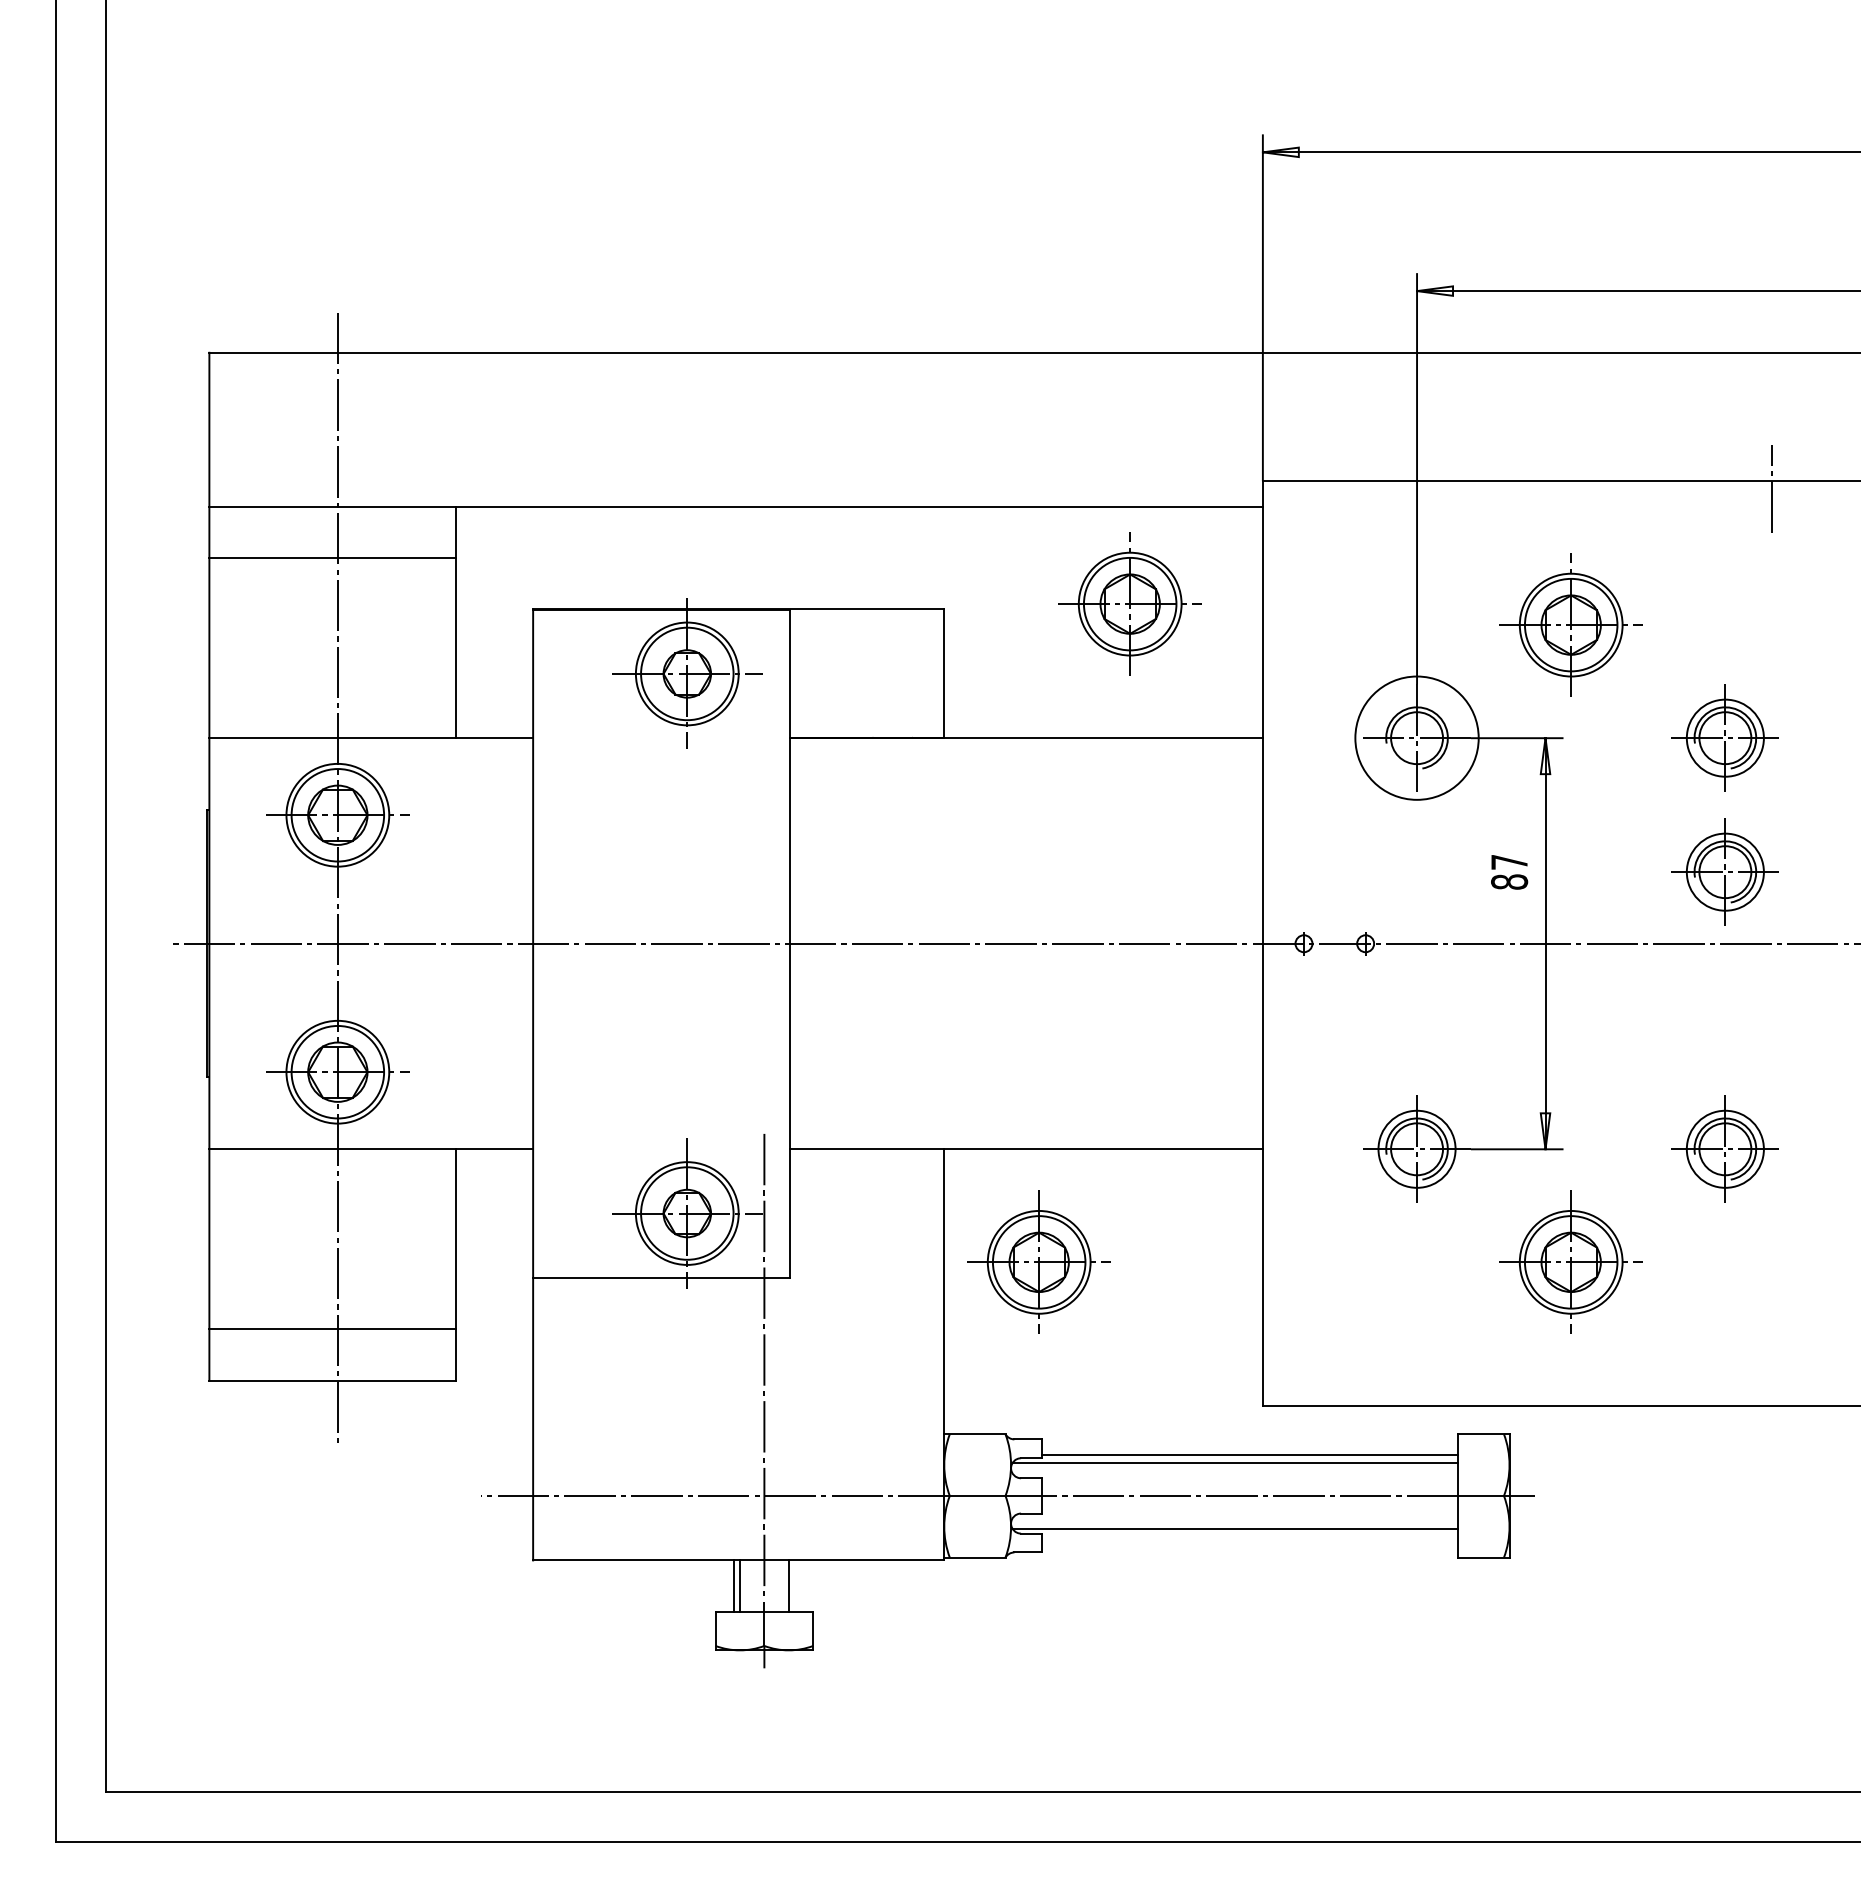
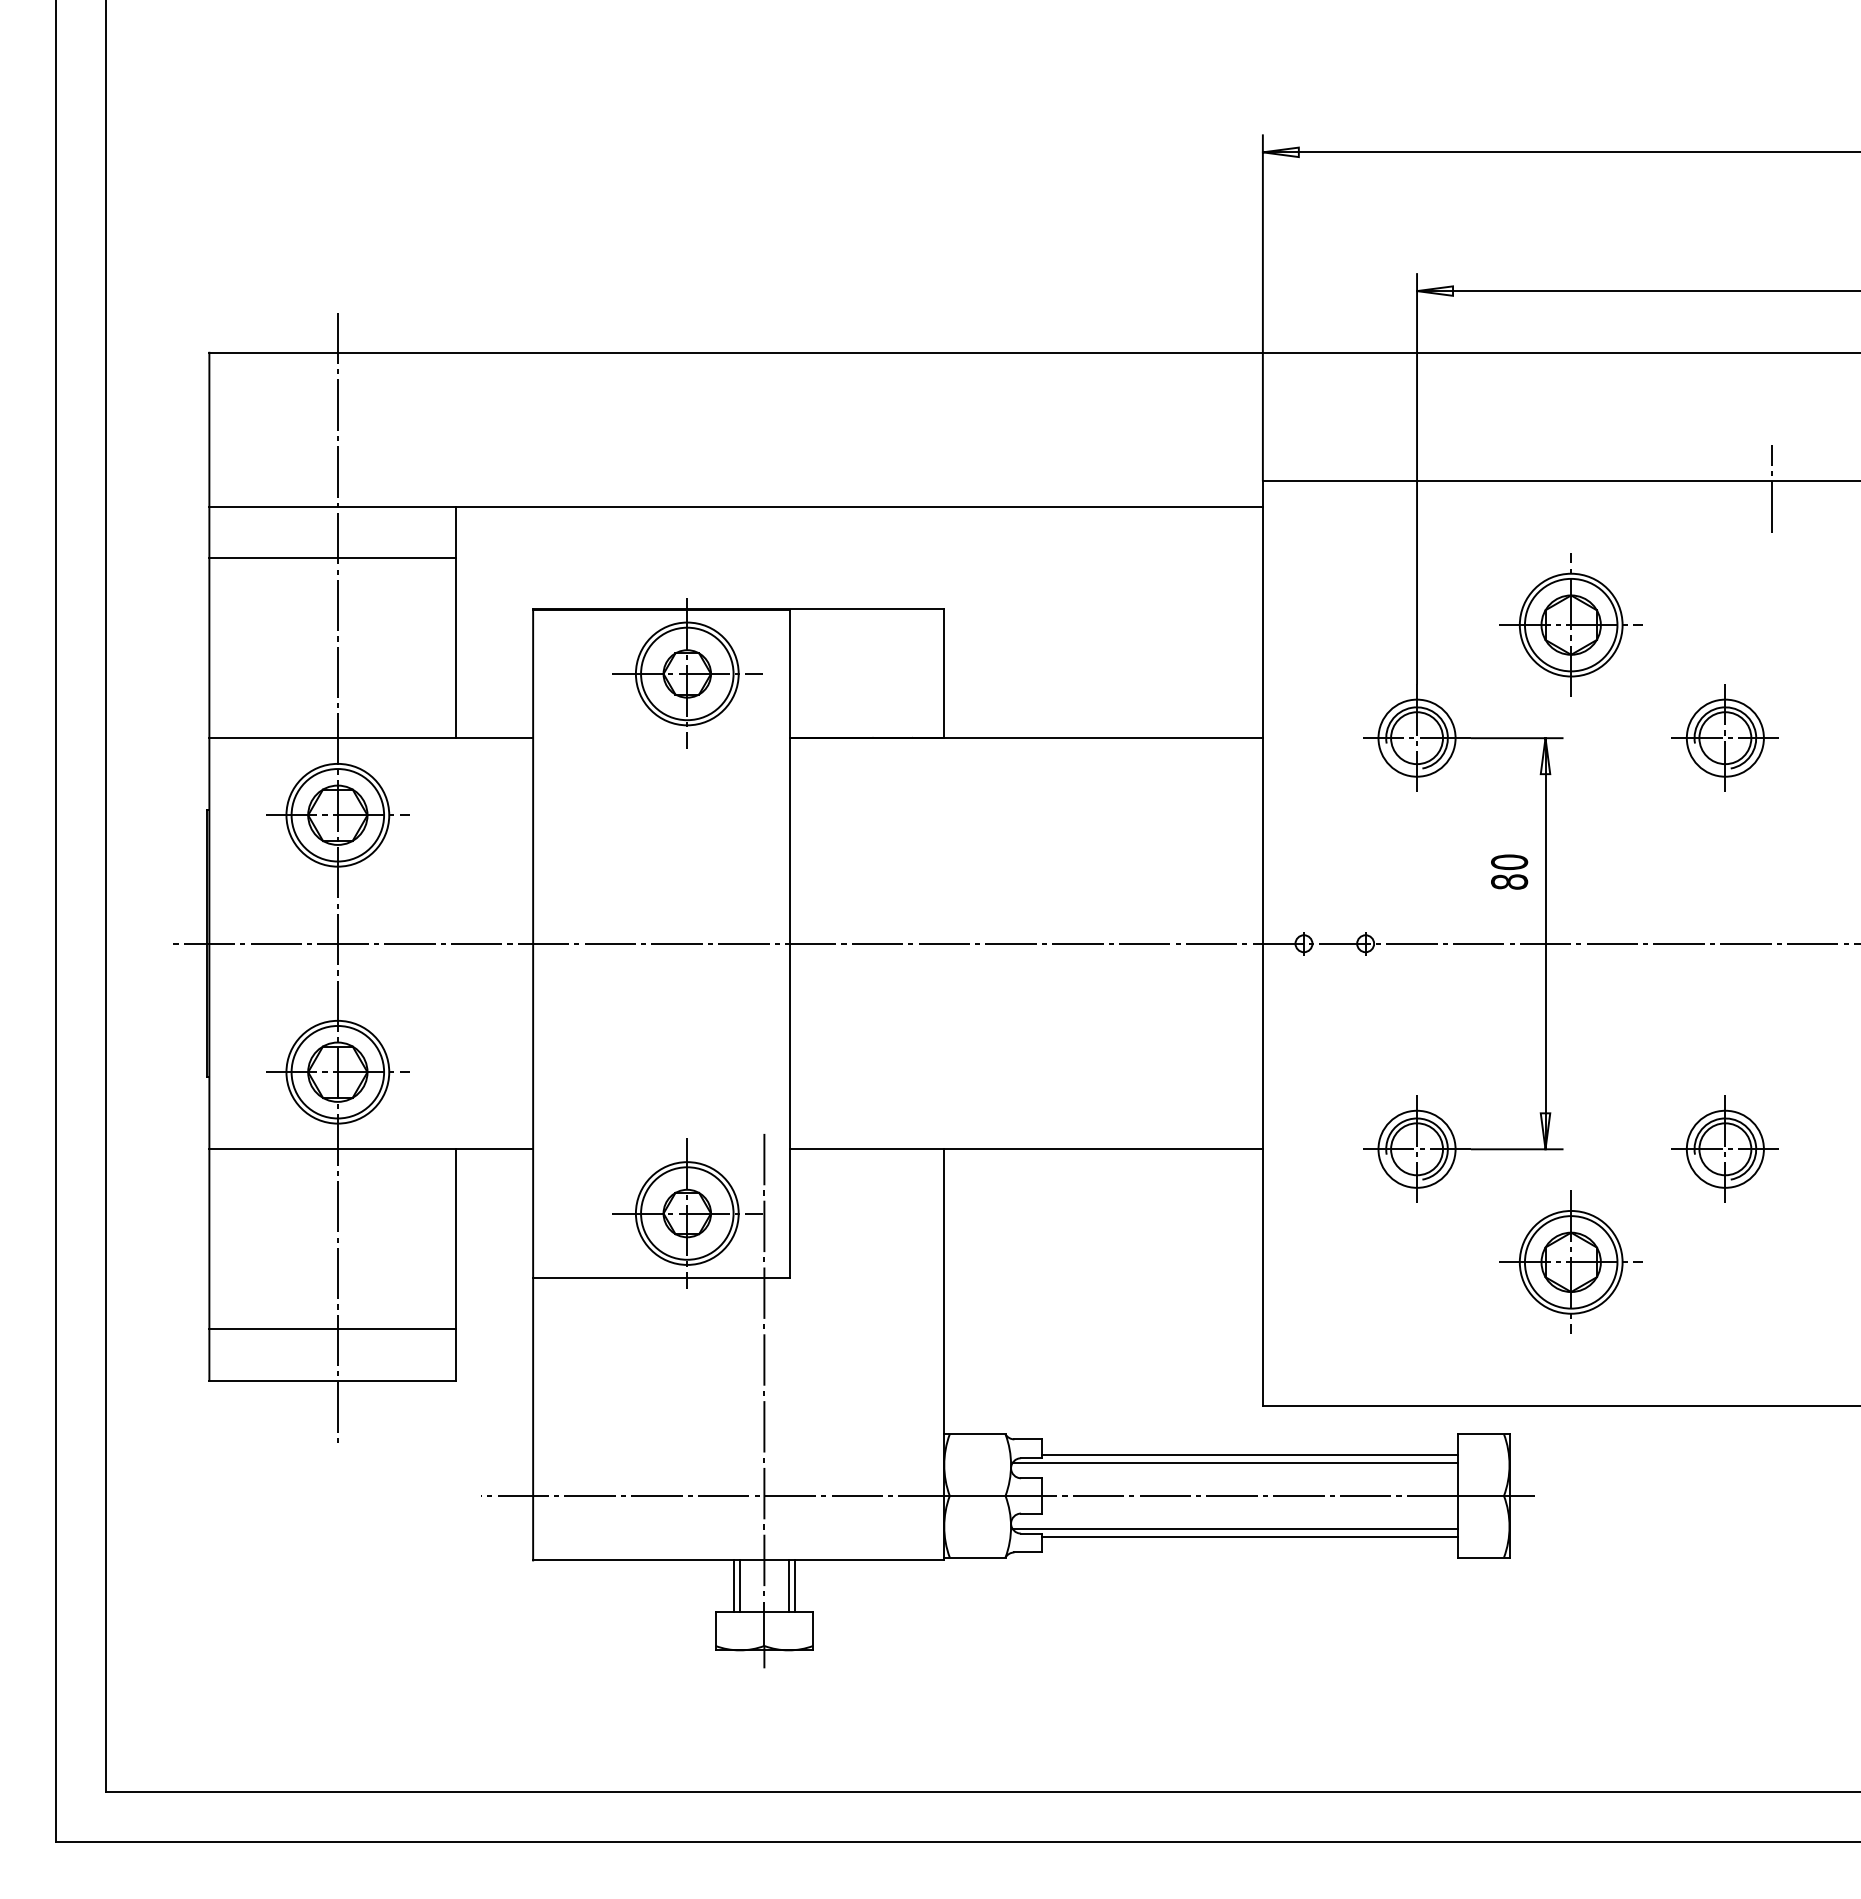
part at (1129, 603): present -> none
circle at (1416, 737) diameter: 123 px -> 77 px
text at (1509, 862): 87 -> 80
part at (1724, 871): present -> none
part at (1038, 1261): present -> none
line at (1249, 1537): none -> present
line at (795, 1585): none -> present
